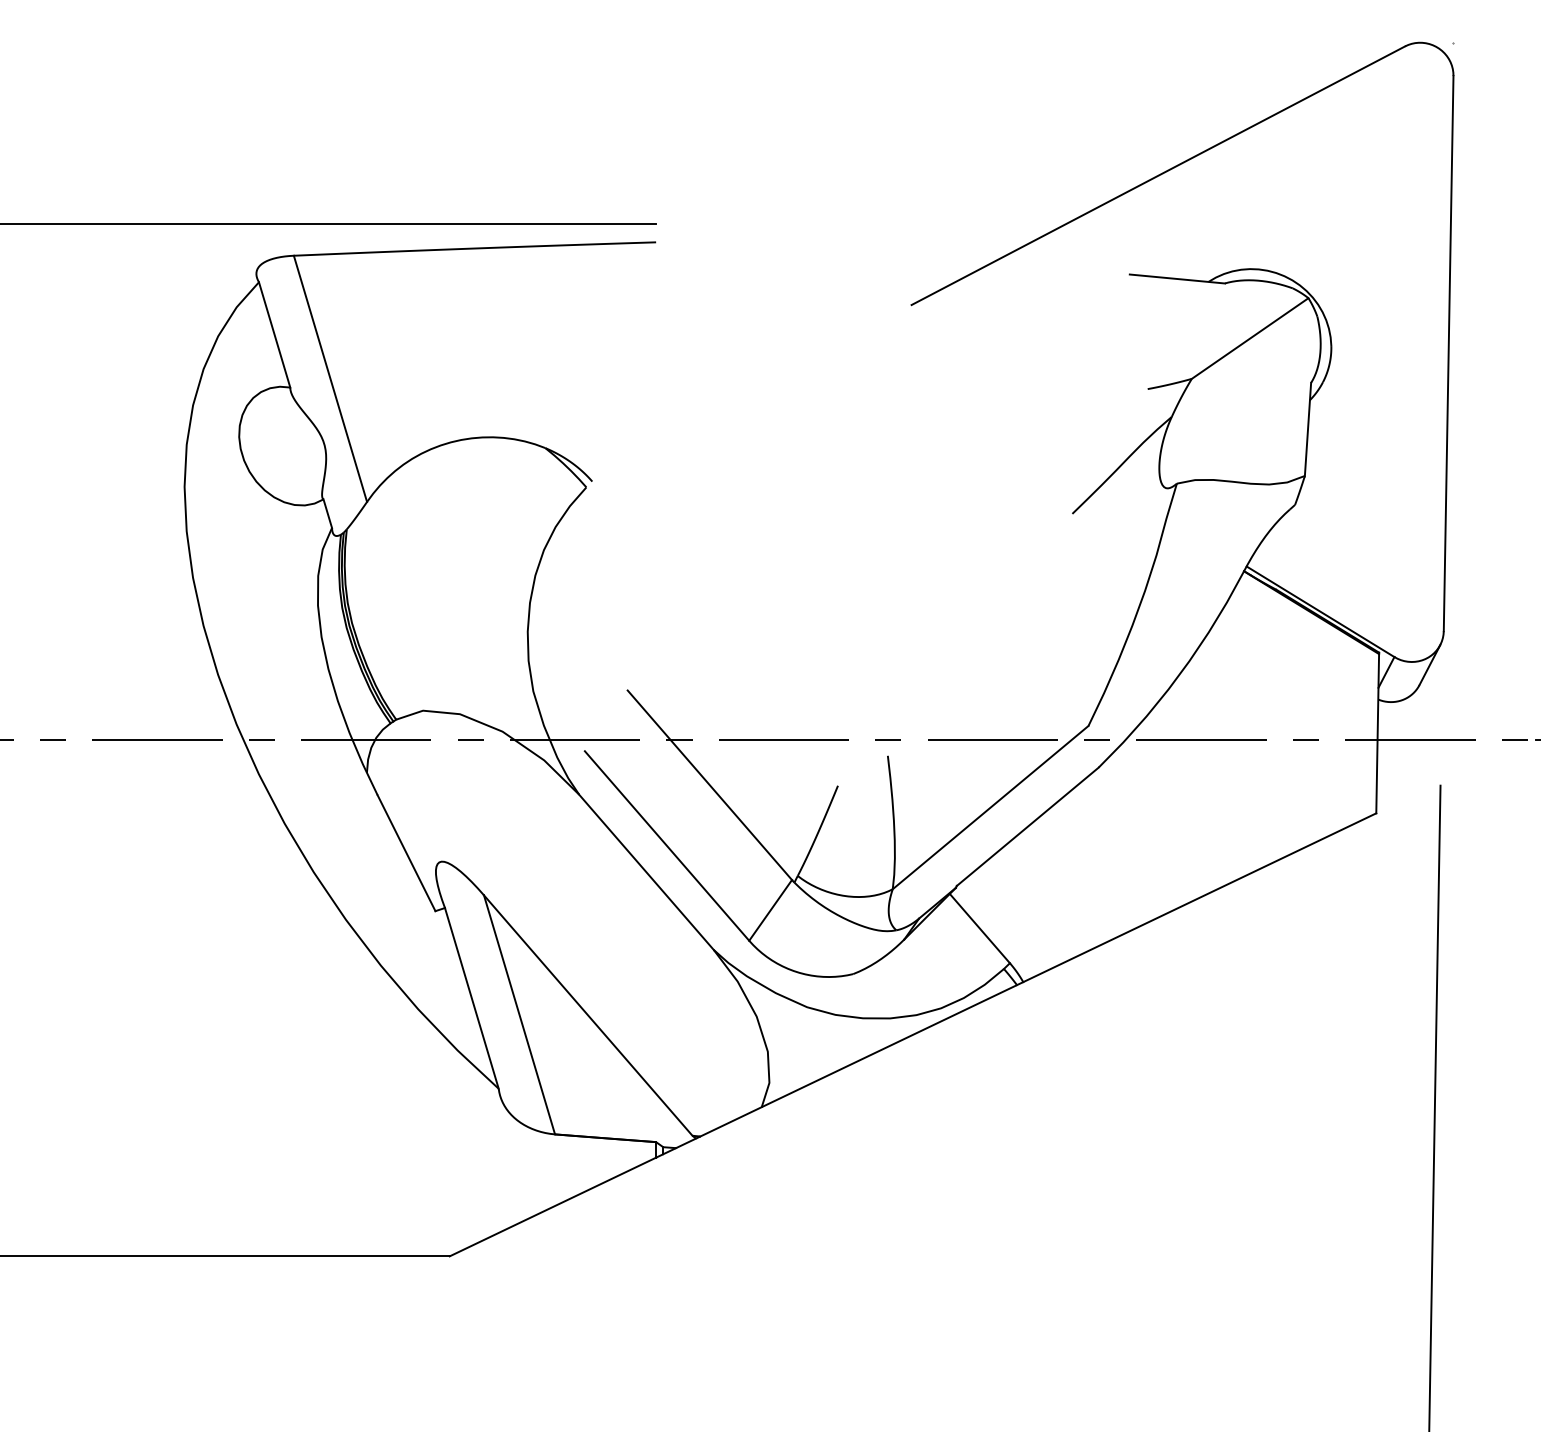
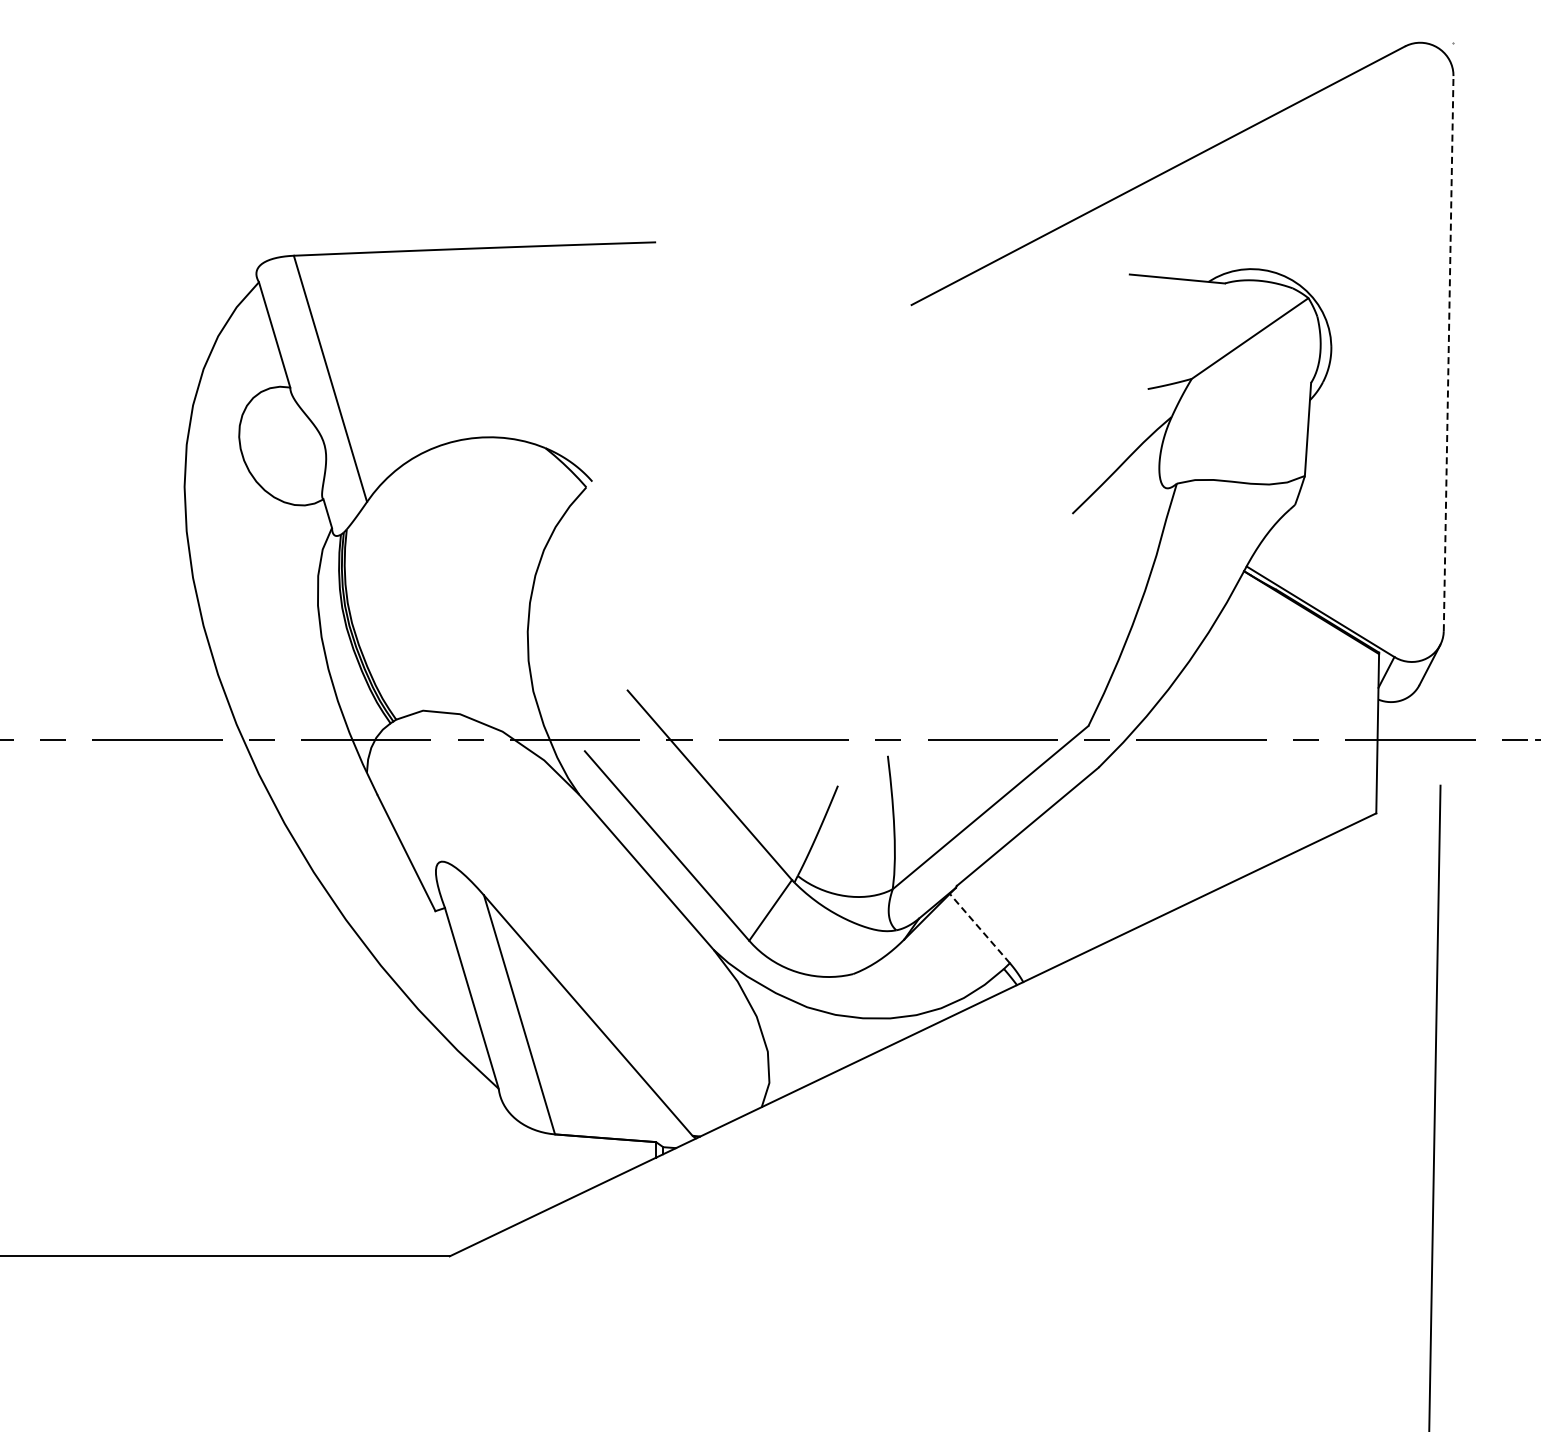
line at (329, 224): present -> none
line at (1448, 353): solid -> dashed
line at (979, 928): solid -> dashed
